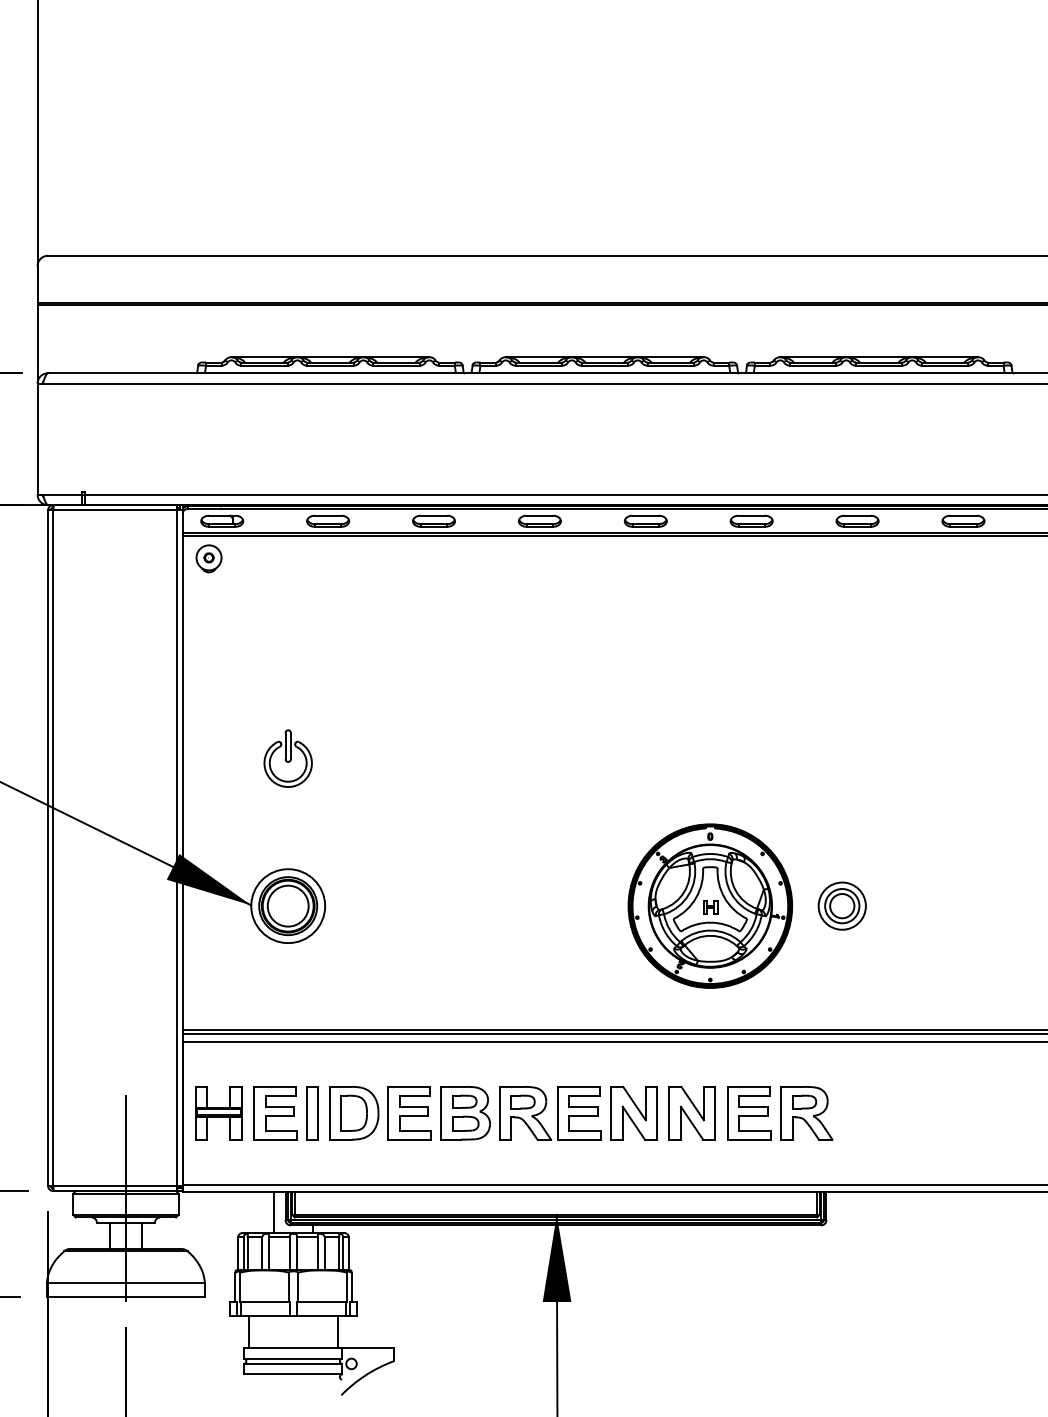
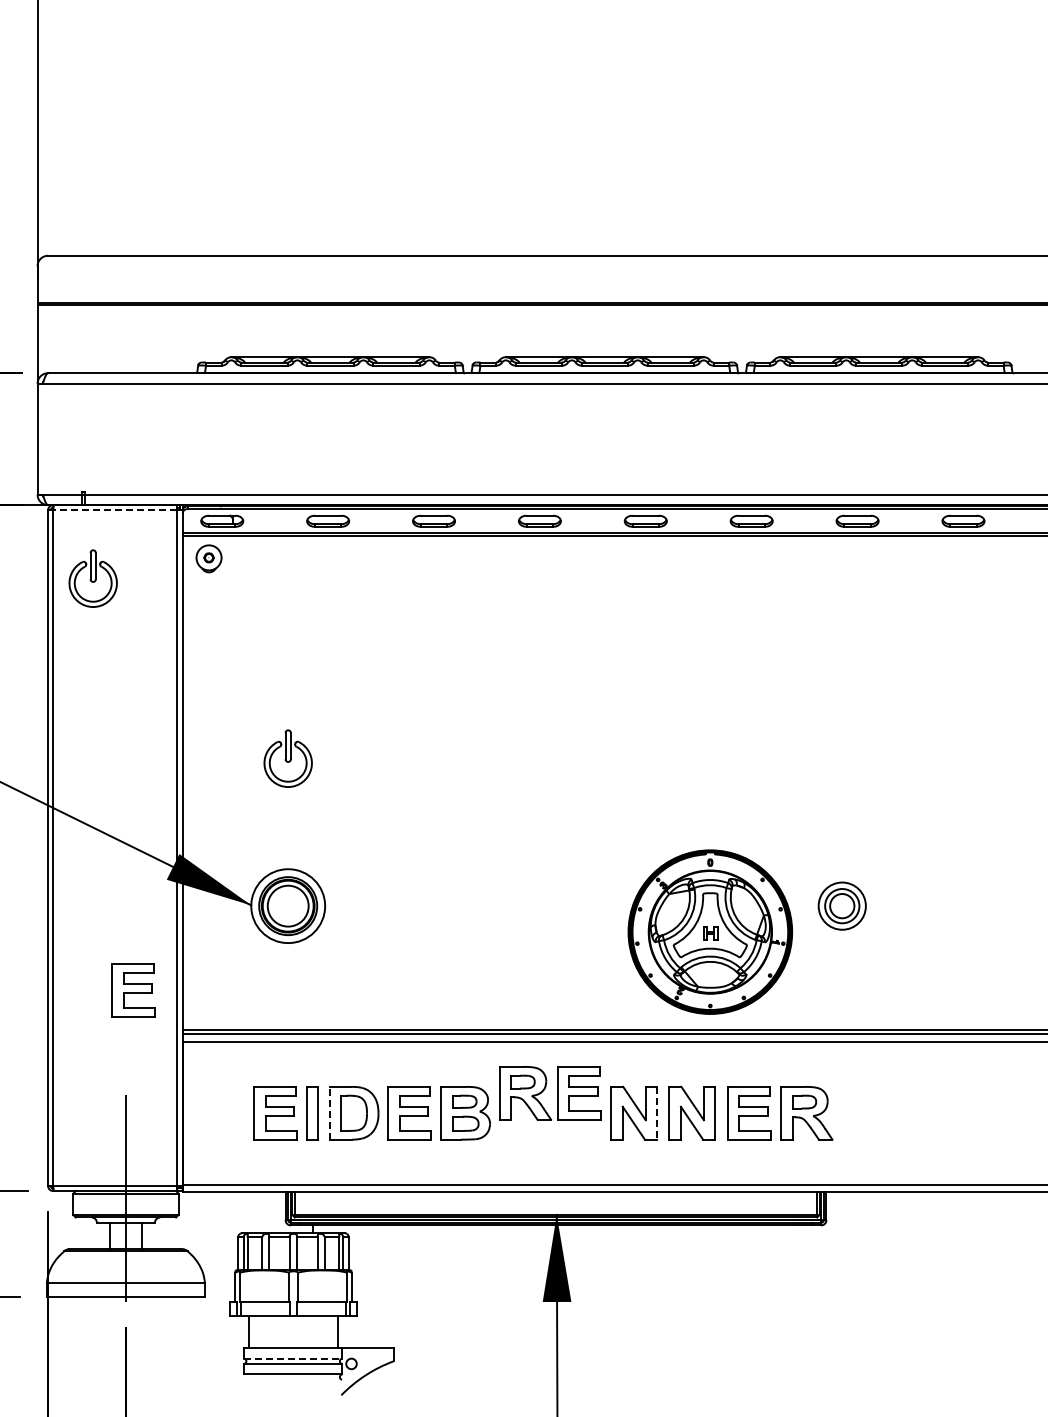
line at (114, 510): solid -> dashed
part at (92, 578): none -> present
part at (710, 905) position: (710, 905) -> (710, 931)
part at (133, 990): none -> present
part at (545, 1109) position: (545, 1109) -> (545, 1089)
line at (329, 1112): solid -> dashed
part at (218, 1113): present -> none
line at (657, 1113): solid -> dashed
line at (274, 1212): present -> none
line at (293, 1358): solid -> dashed
